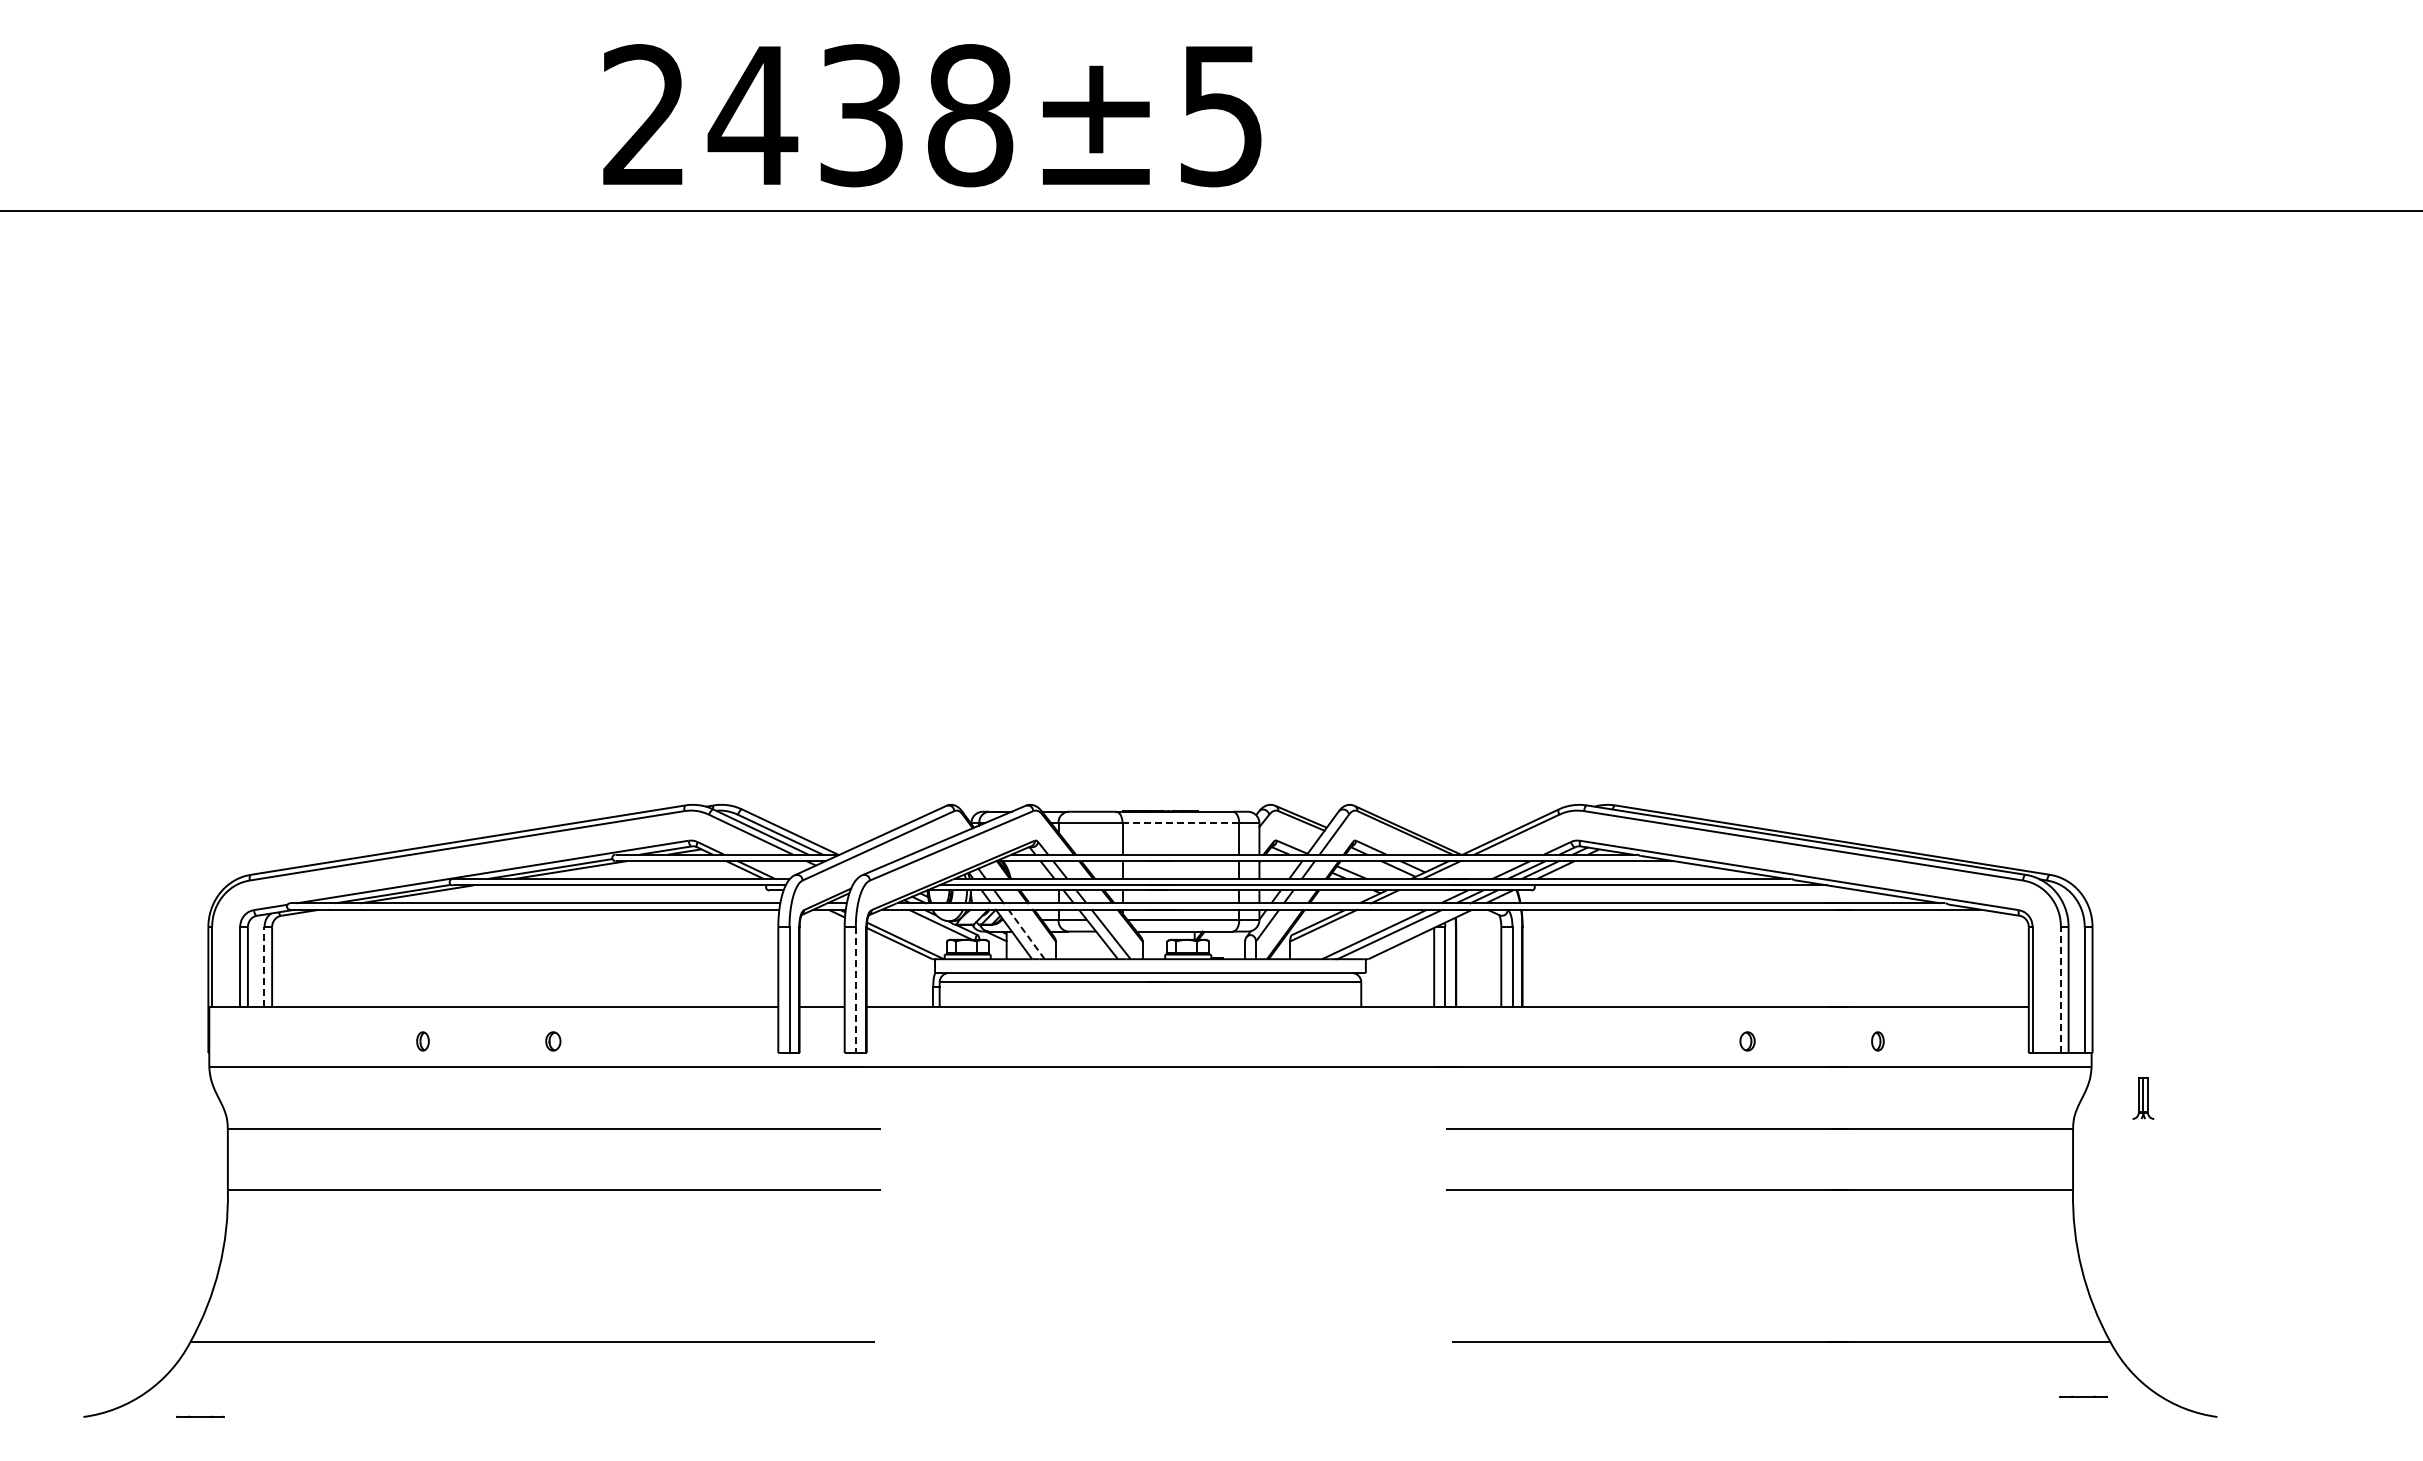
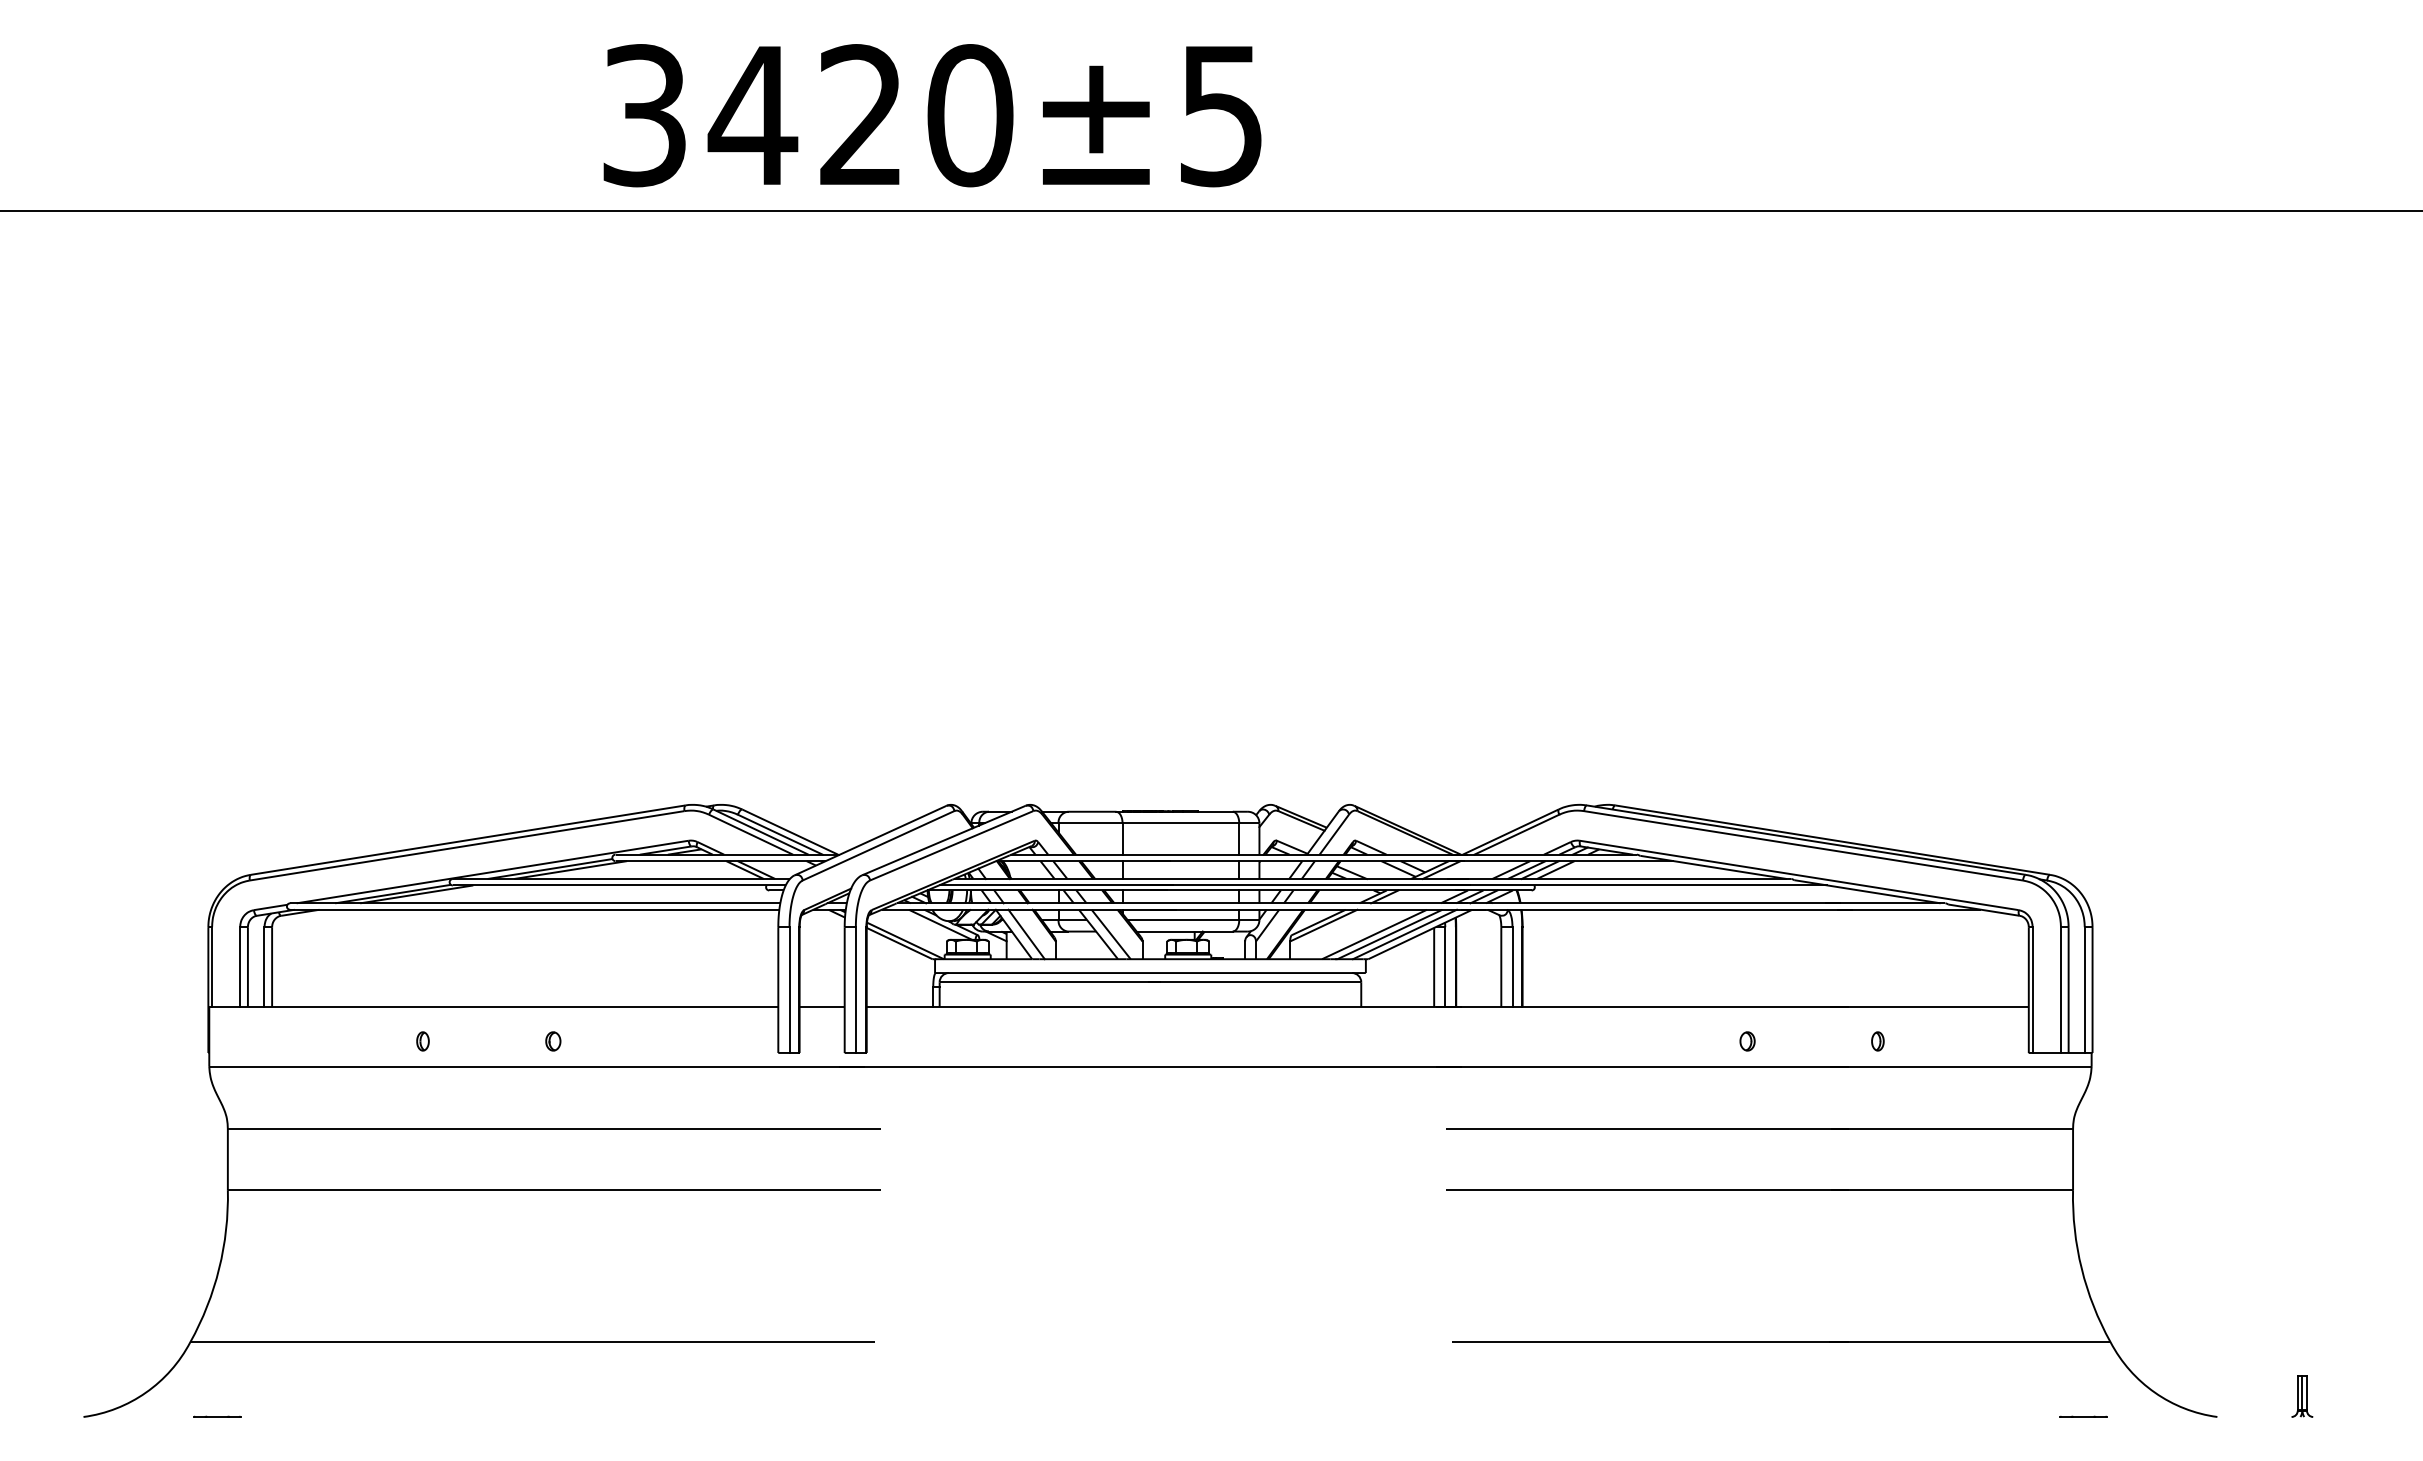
text at (808, 115): 2438±5 -> 3420±5
line at (1180, 823): dashed -> solid
line at (1026, 934): dashed -> solid
line at (1404, 934): none -> present
line at (264, 967): dashed -> solid
line at (855, 990): dashed -> solid
line at (2060, 990): dashed -> solid
part at (2143, 1098) position: (2143, 1098) -> (2302, 1396)
line at (2083, 1396) position: (2083, 1396) -> (2083, 1416)
line at (200, 1416) position: (200, 1416) -> (217, 1416)
